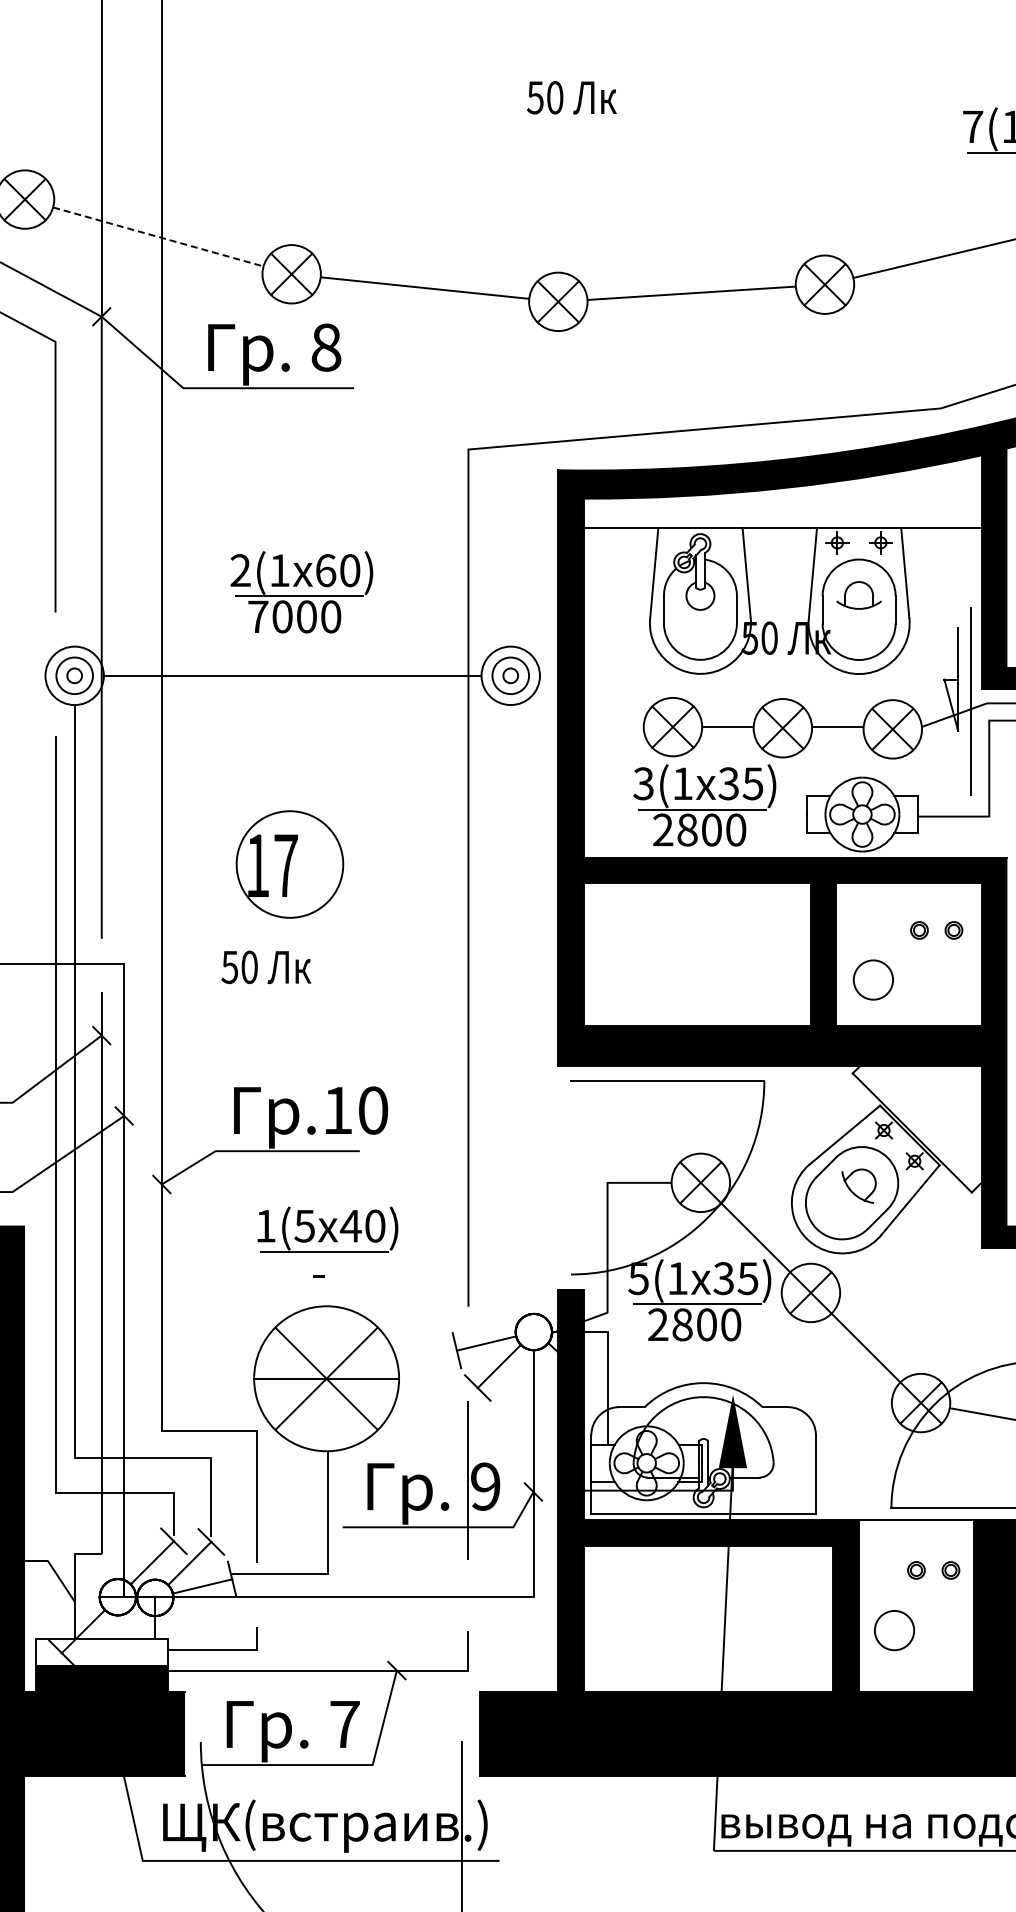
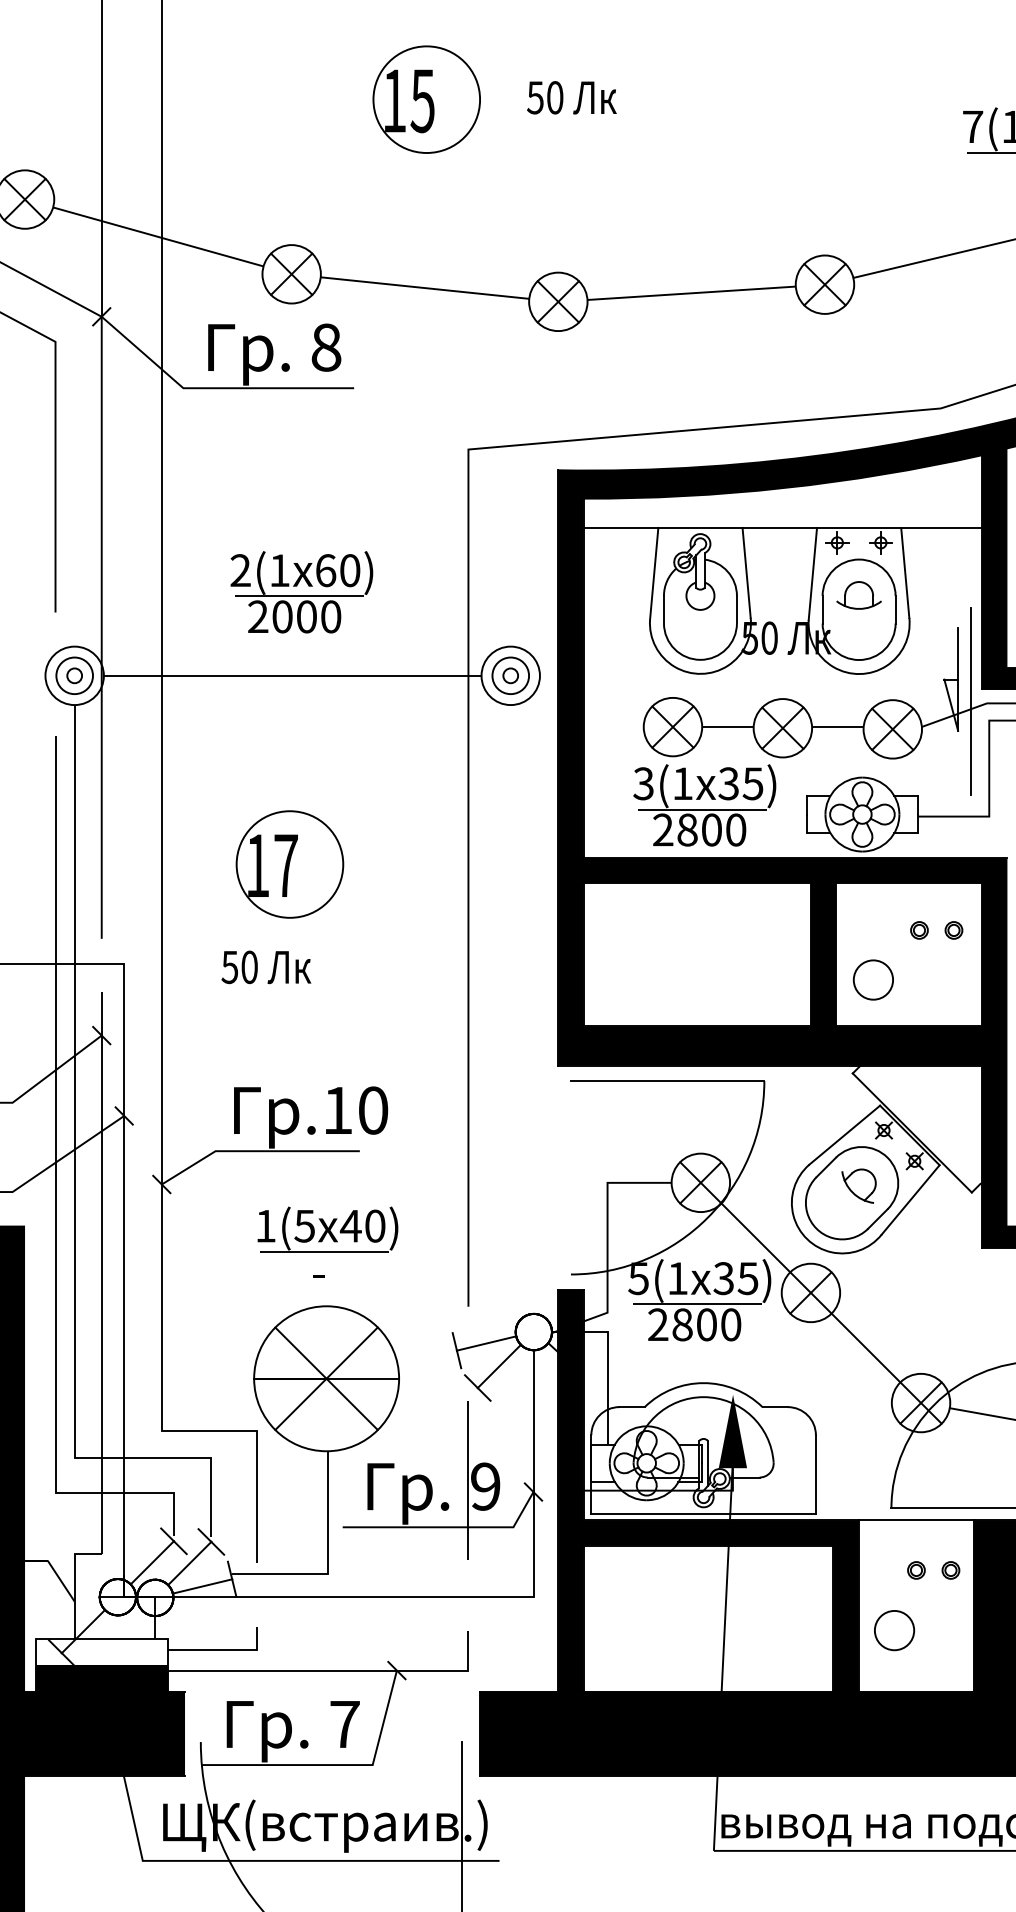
part at (426, 99): none -> present
line at (158, 237): dashed -> solid
text at (258, 616): 7000 -> 2000
